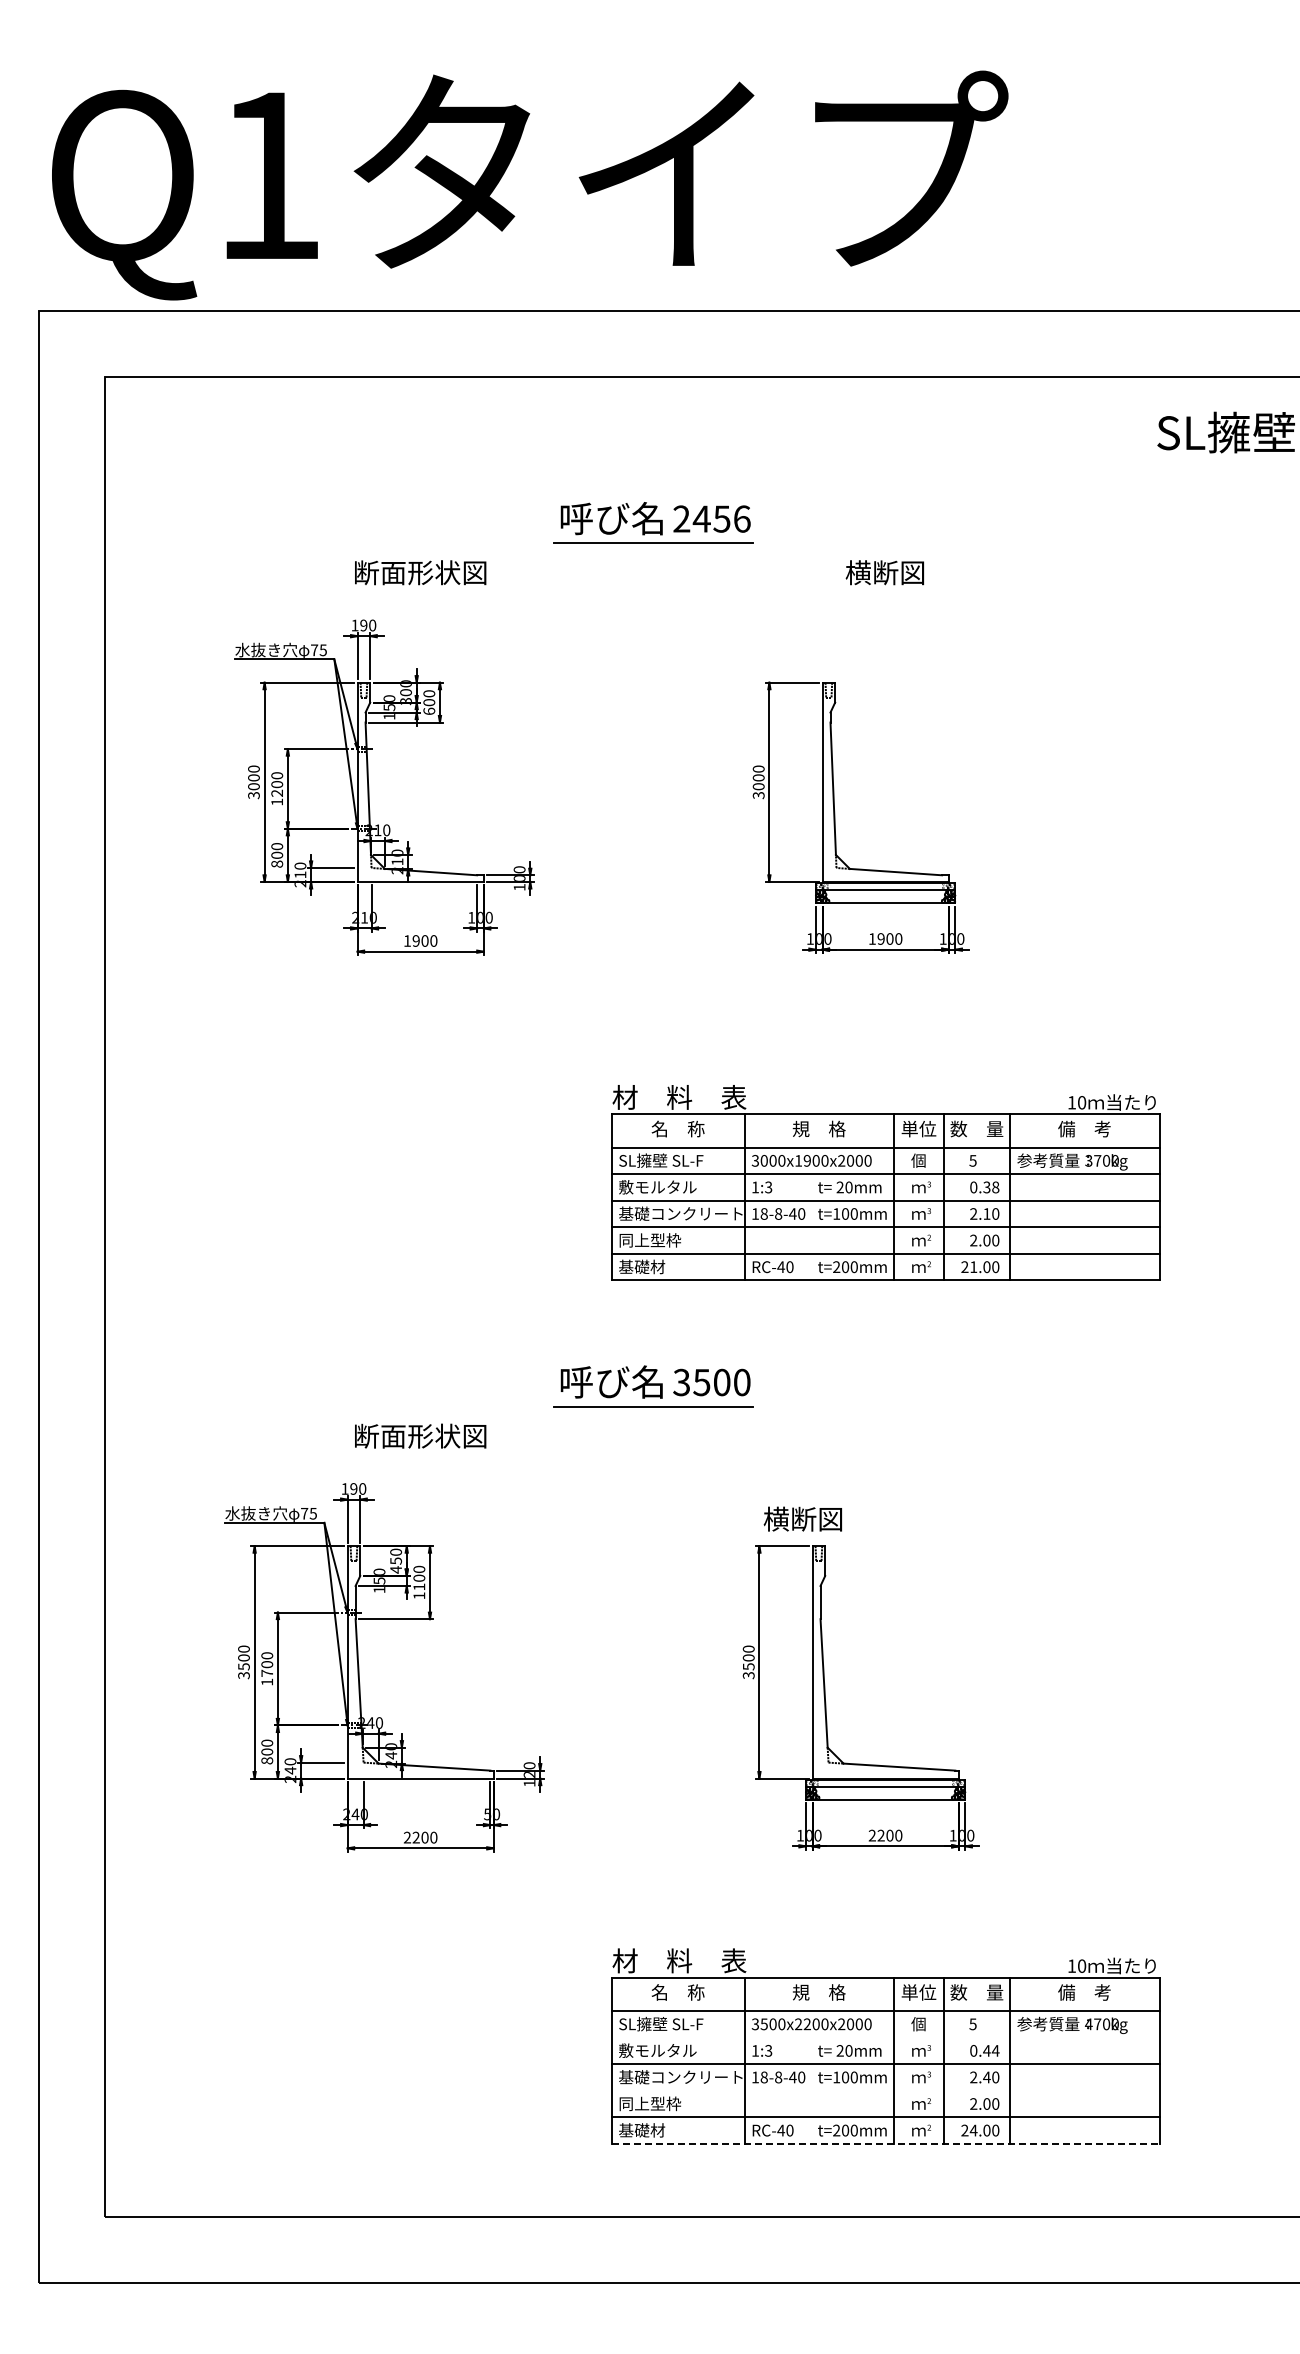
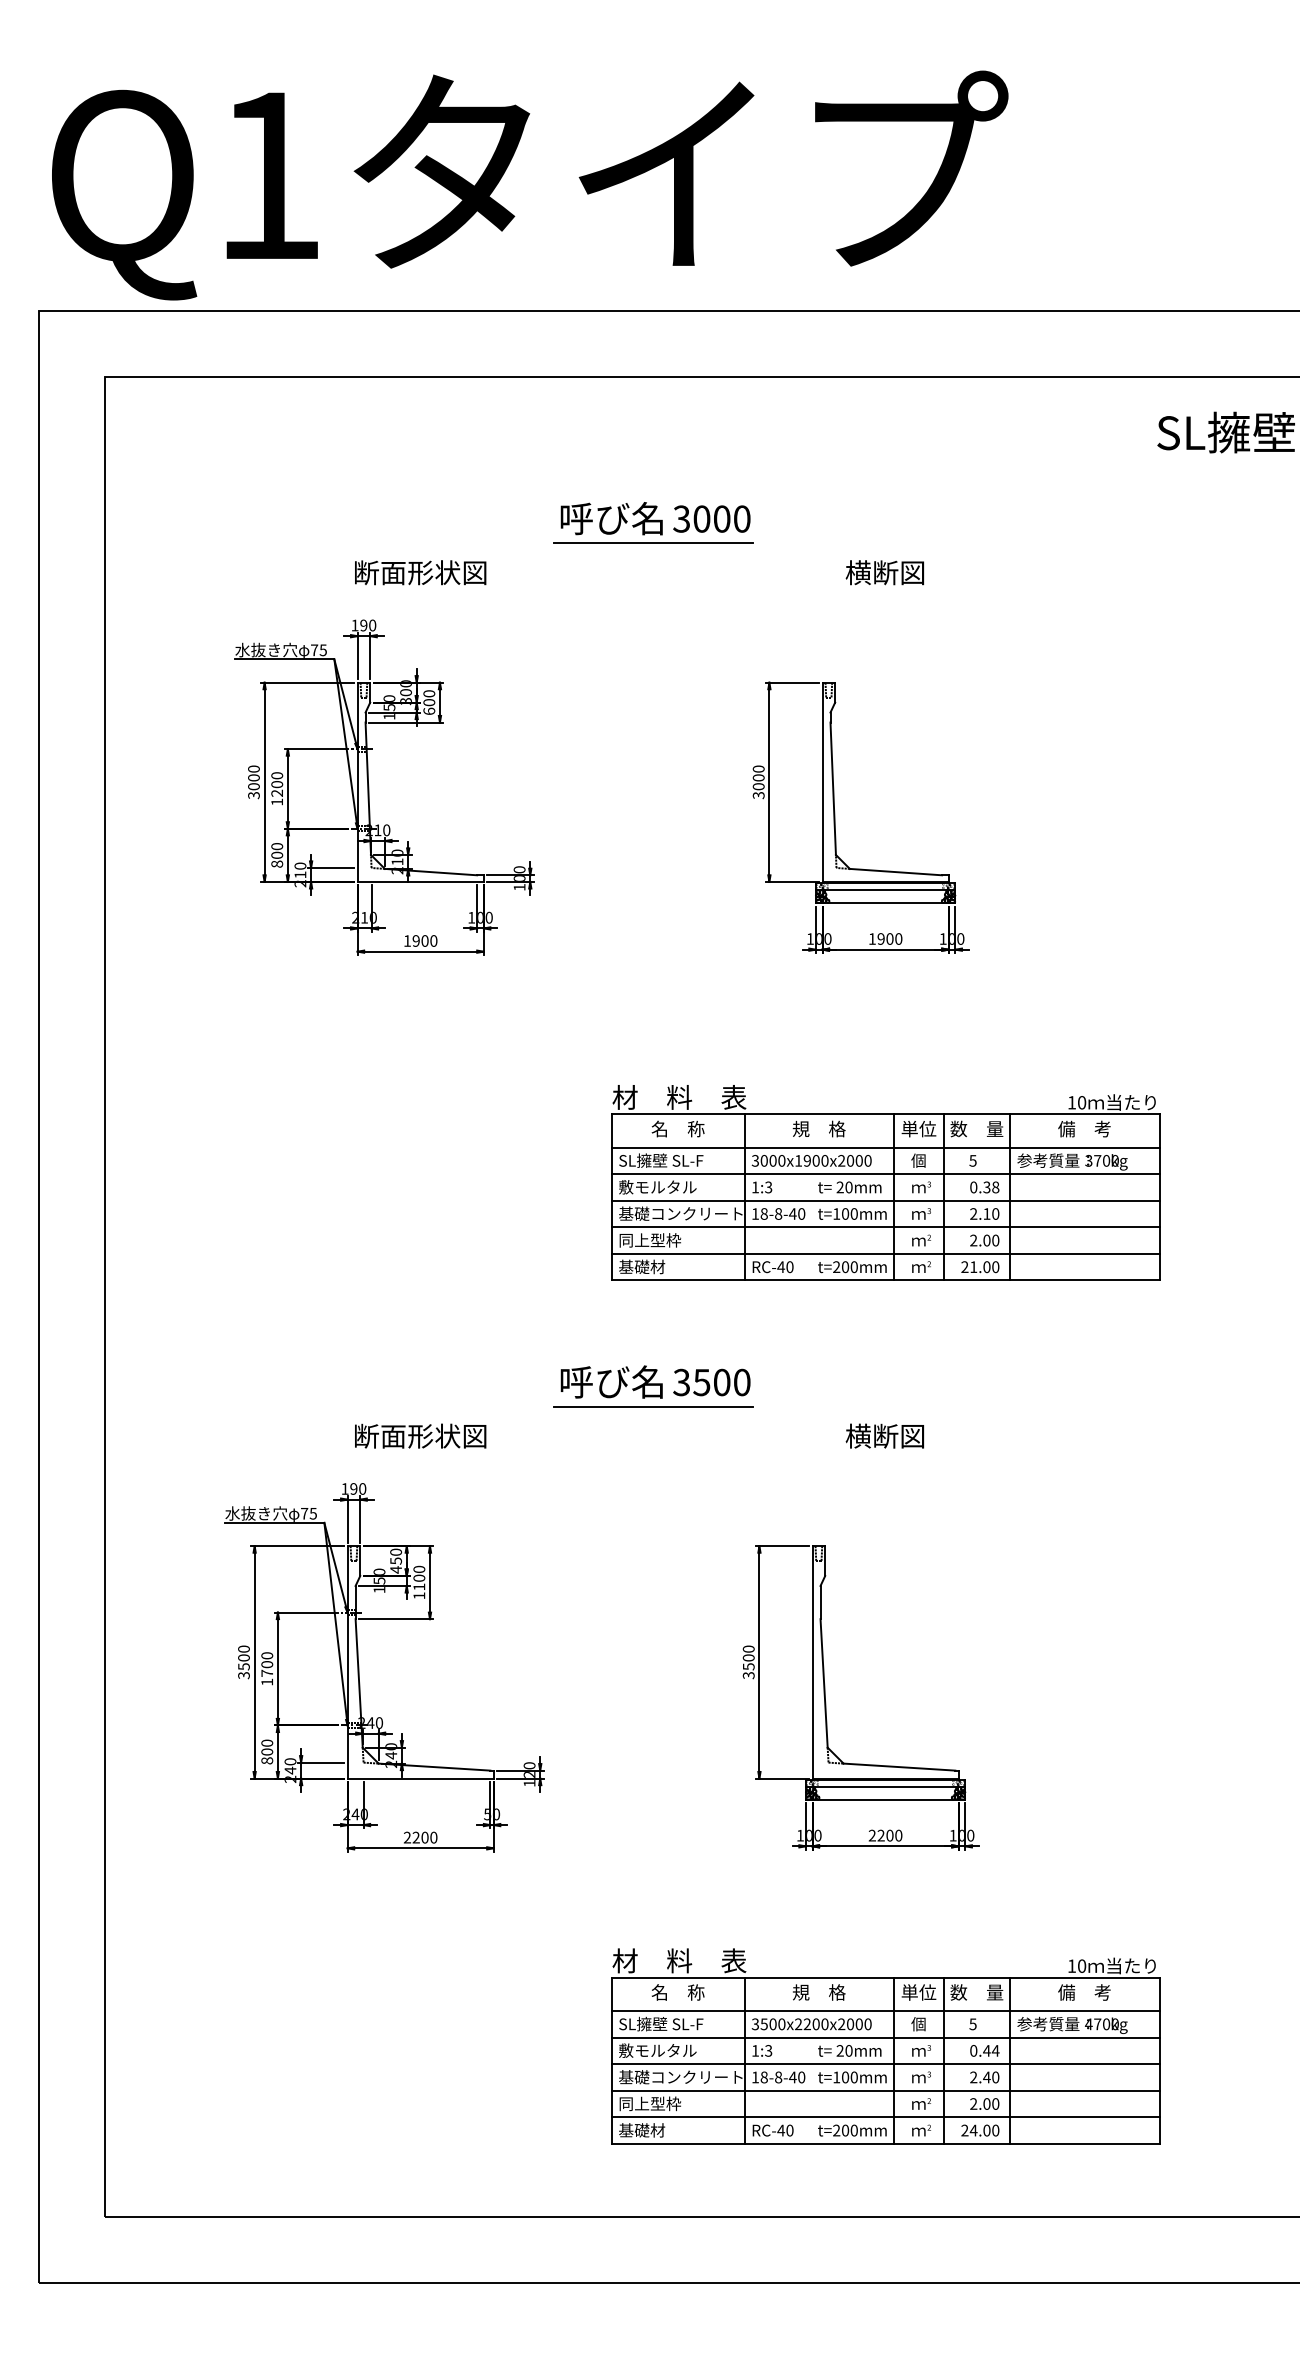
text at (711, 518): 2456 -> 3000
text at (802, 1518) position: (802, 1518) -> (884, 1435)
line at (885, 2037): none -> present
line at (885, 2090): none -> present
line at (885, 2143): dashed -> solid
